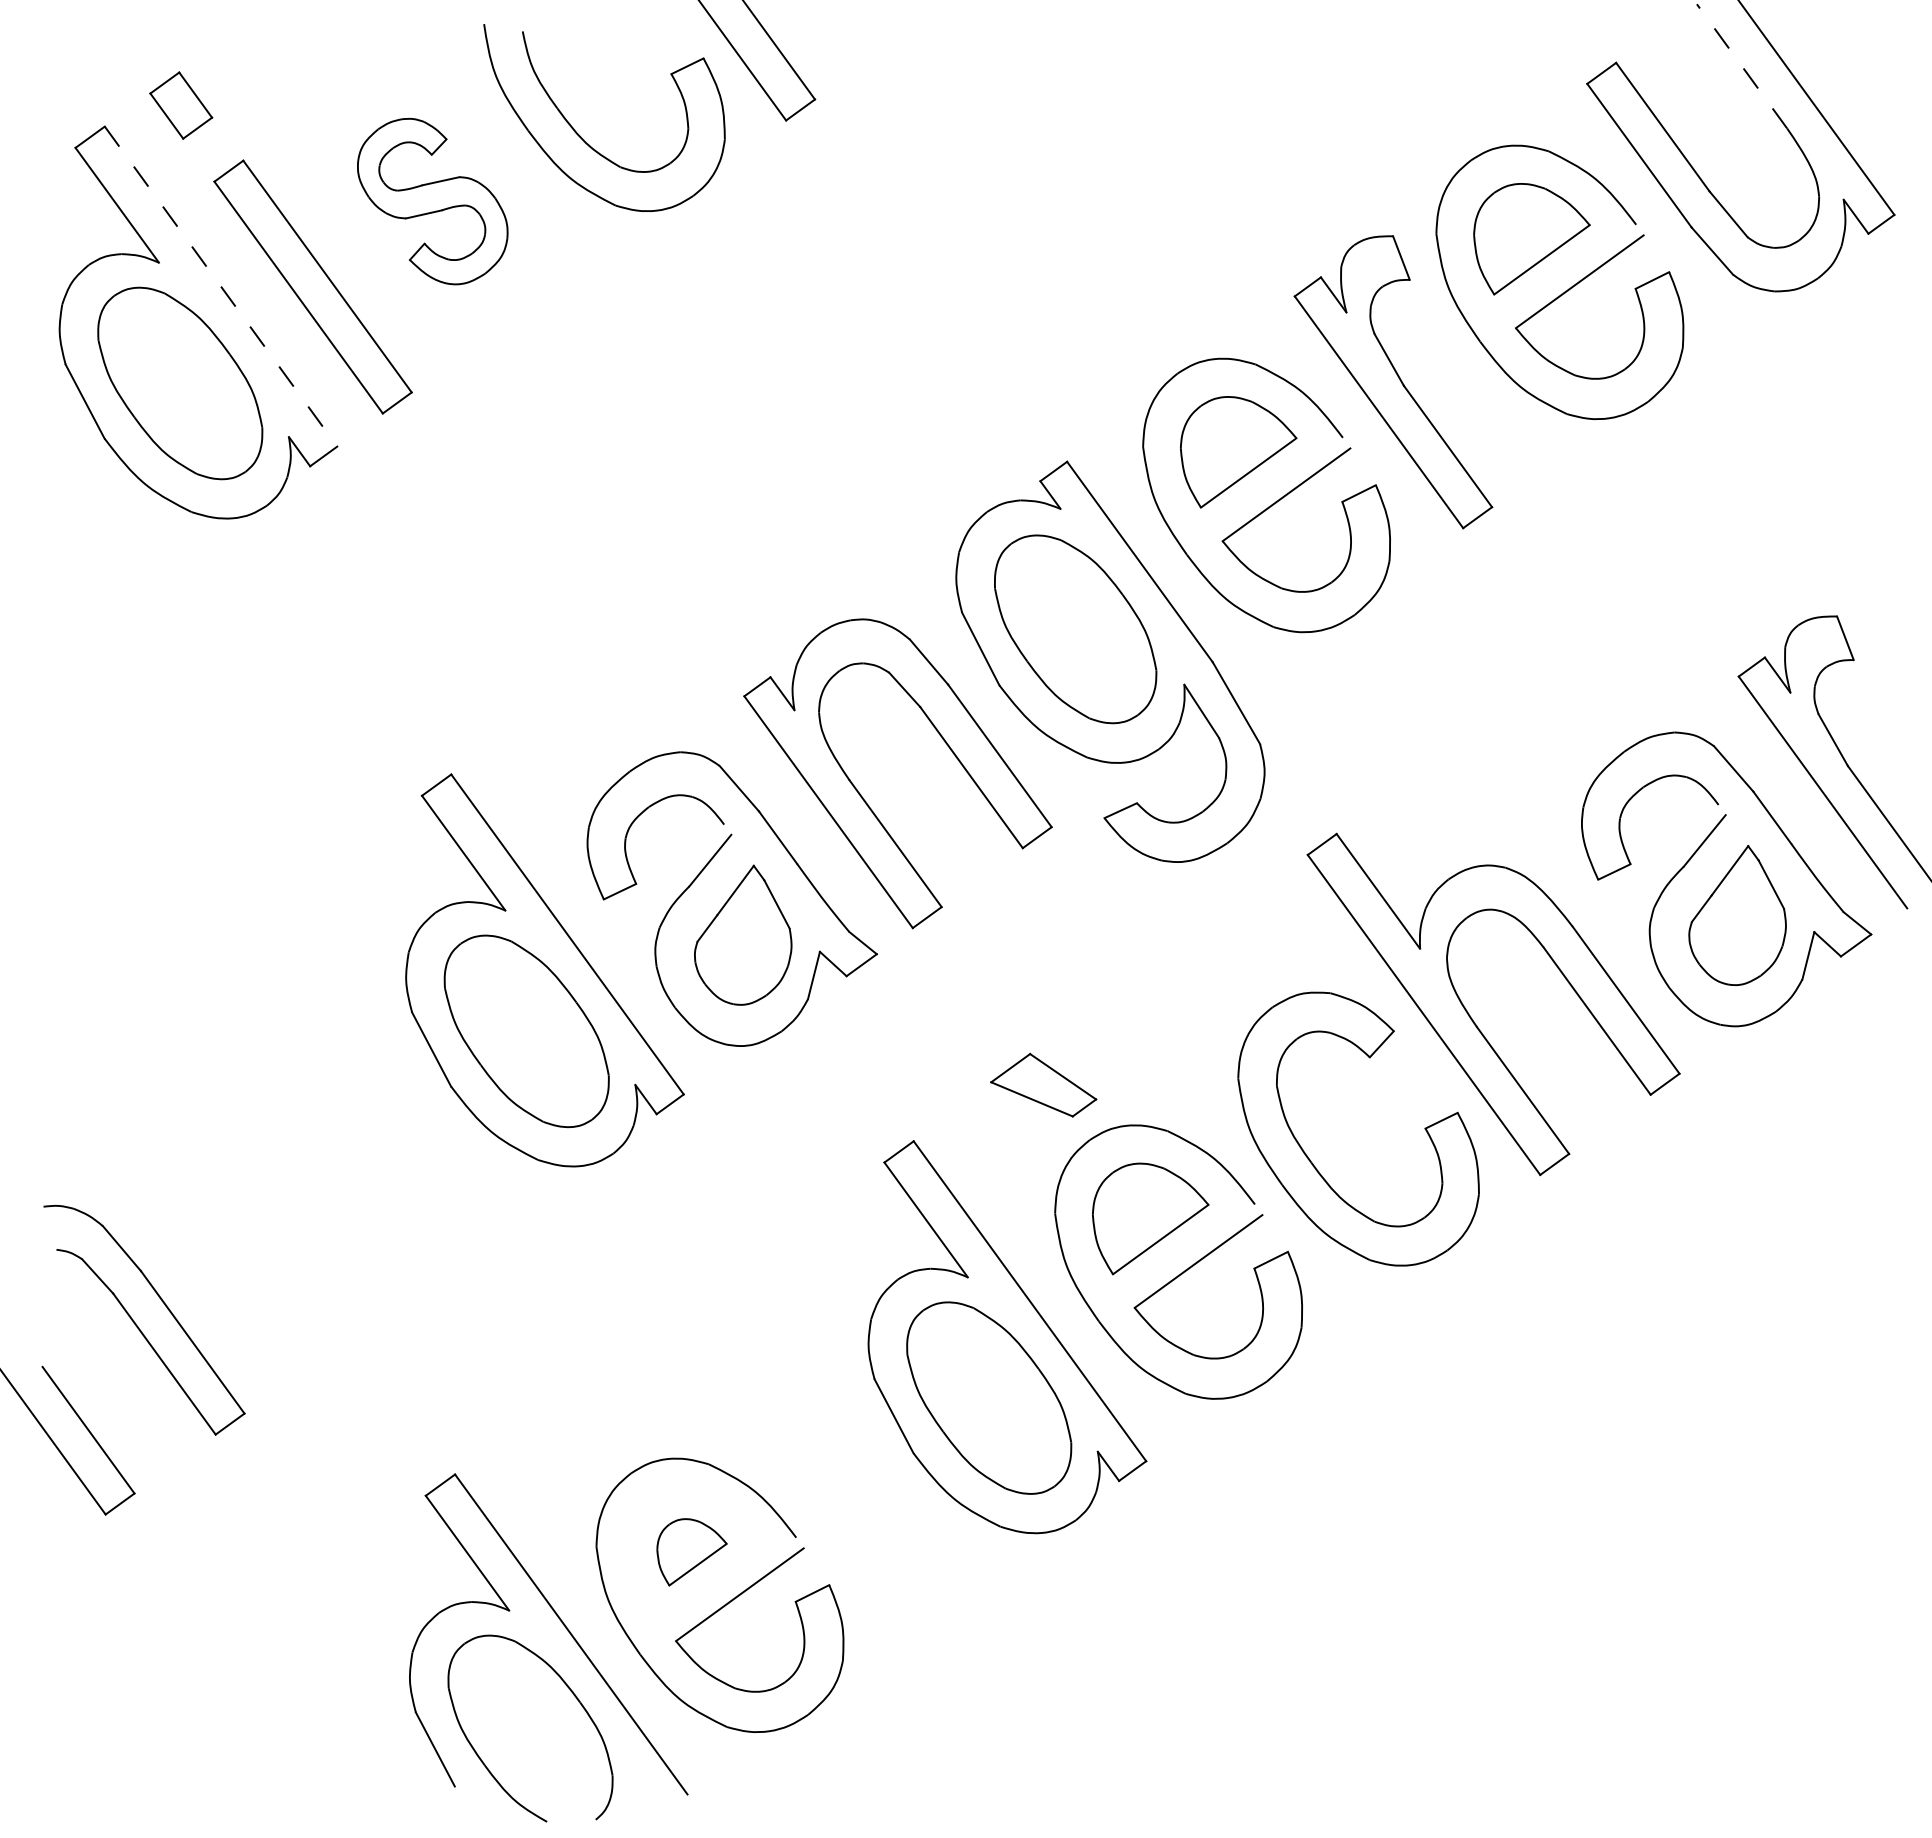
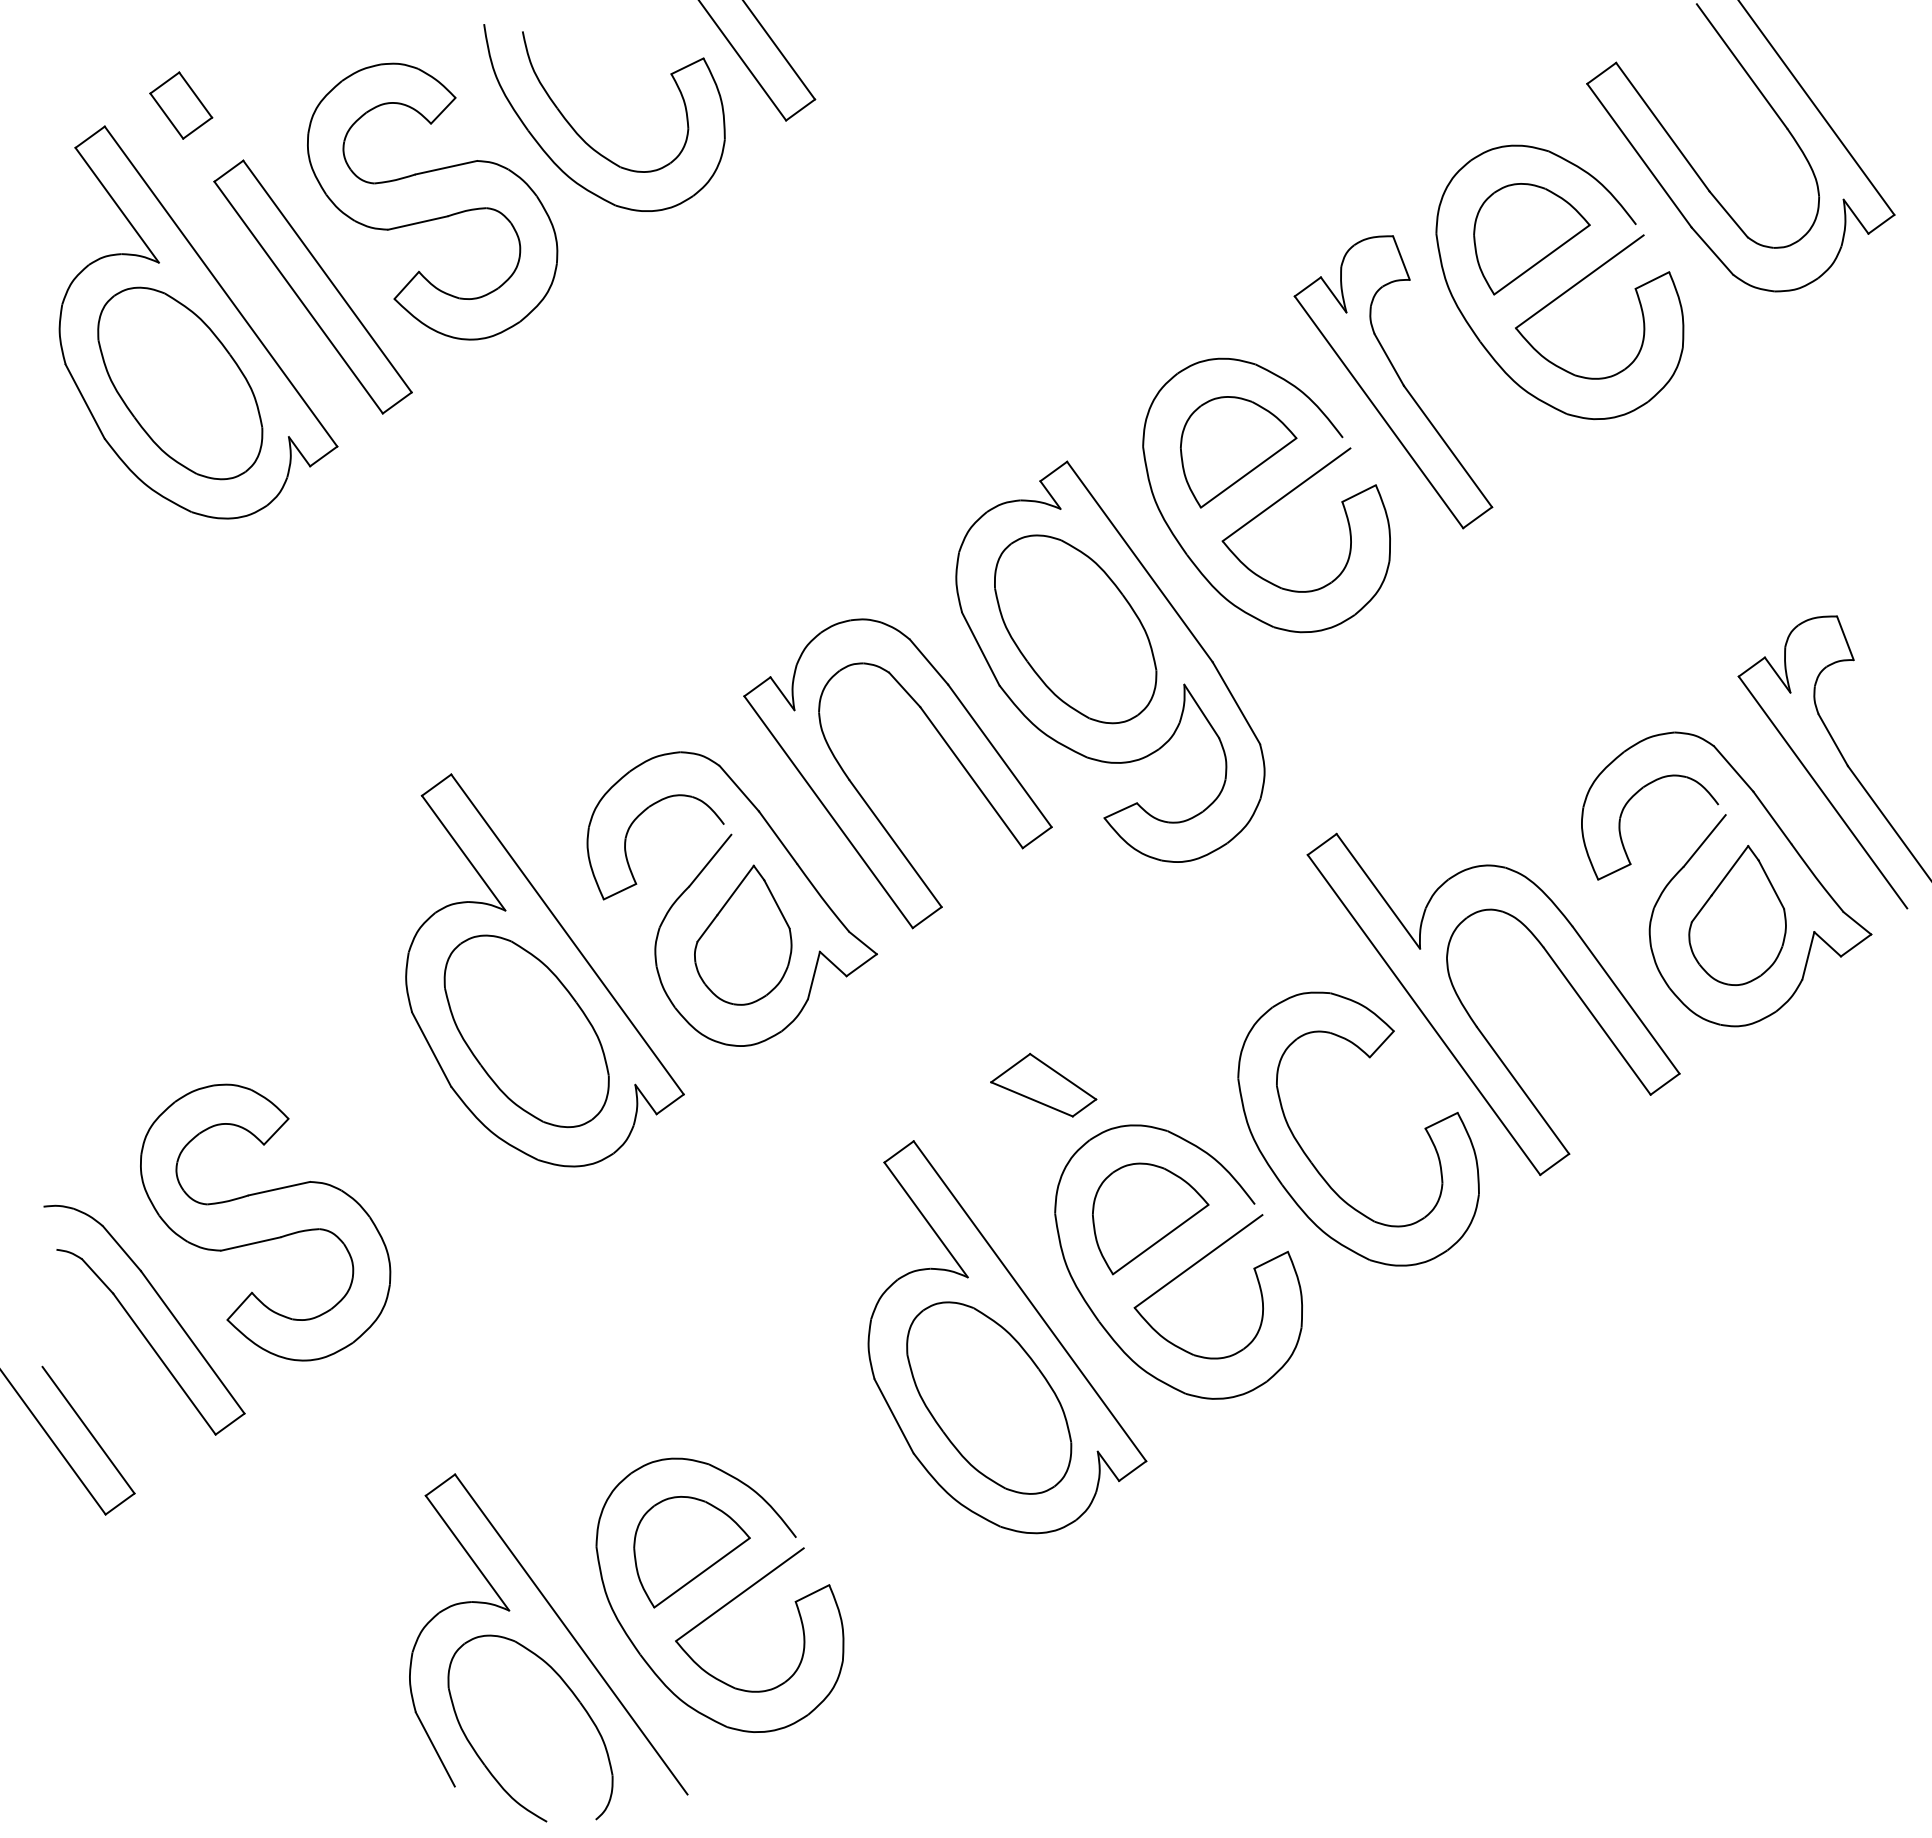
line at (1742, 66): dashed -> solid
part at (432, 201) size: 152x169 px -> 252x279 px
line at (221, 286): dashed -> solid
part at (265, 1222): none -> present
part at (691, 1552) size: 72x69 px -> 118x113 px
